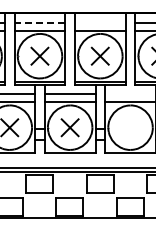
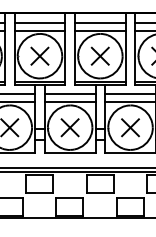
line at (39, 22): dashed -> solid
line at (99, 22): none -> present
line at (128, 94): none -> present
part at (130, 127): none -> present
